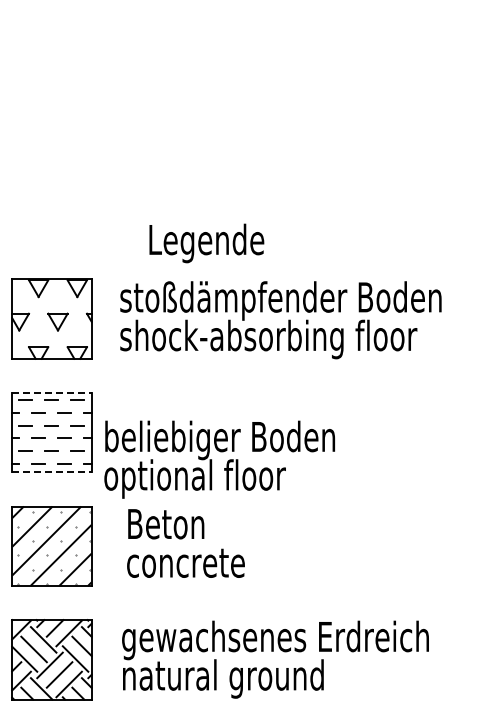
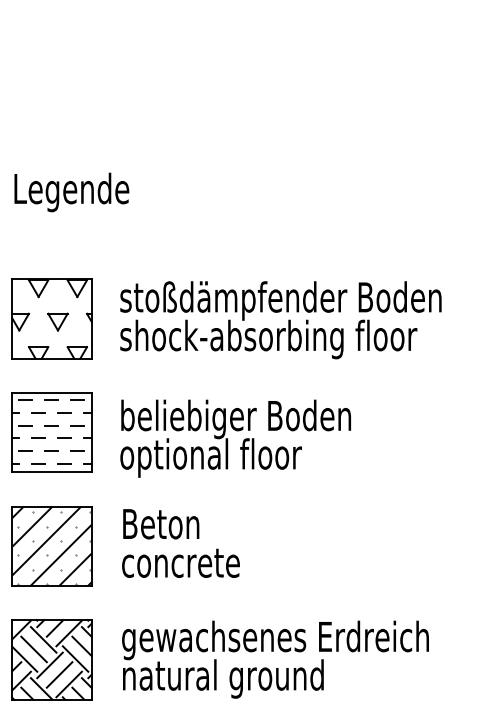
text at (206, 243) position: (206, 243) -> (71, 192)
line at (51, 392): dashed -> solid
text at (219, 459) position: (219, 459) -> (235, 438)
line at (51, 472): dashed -> solid
text at (185, 543) position: (185, 543) -> (180, 543)
